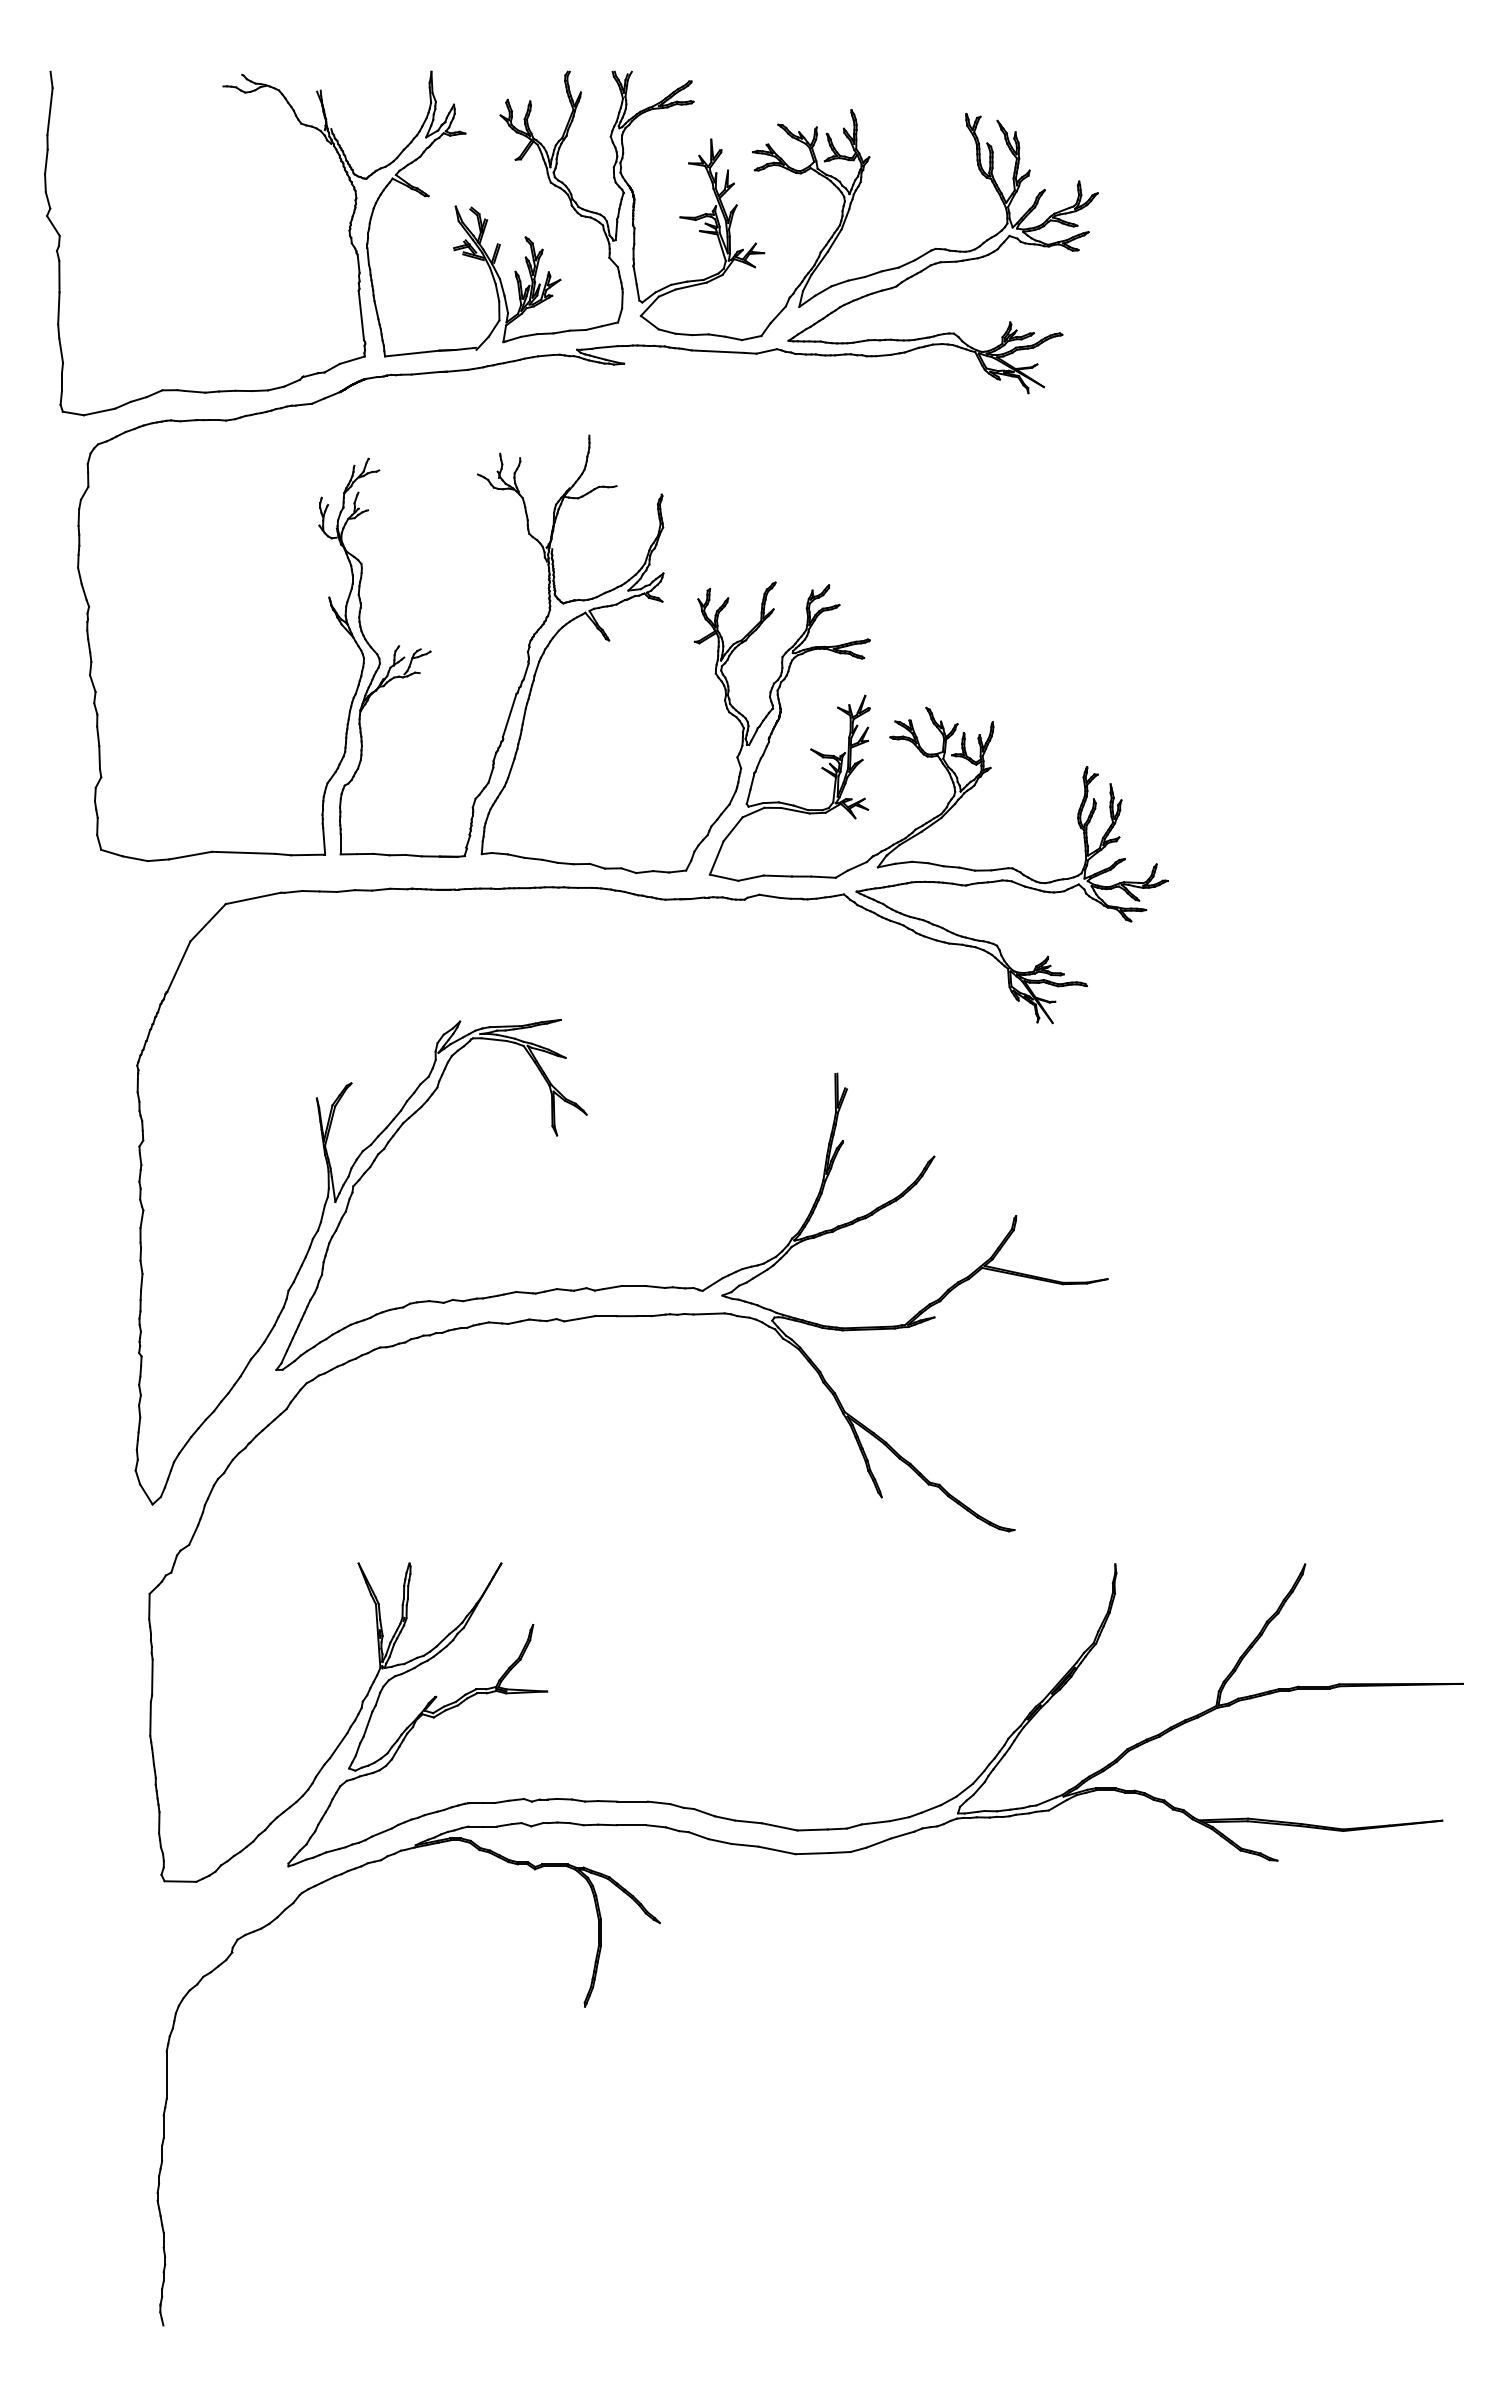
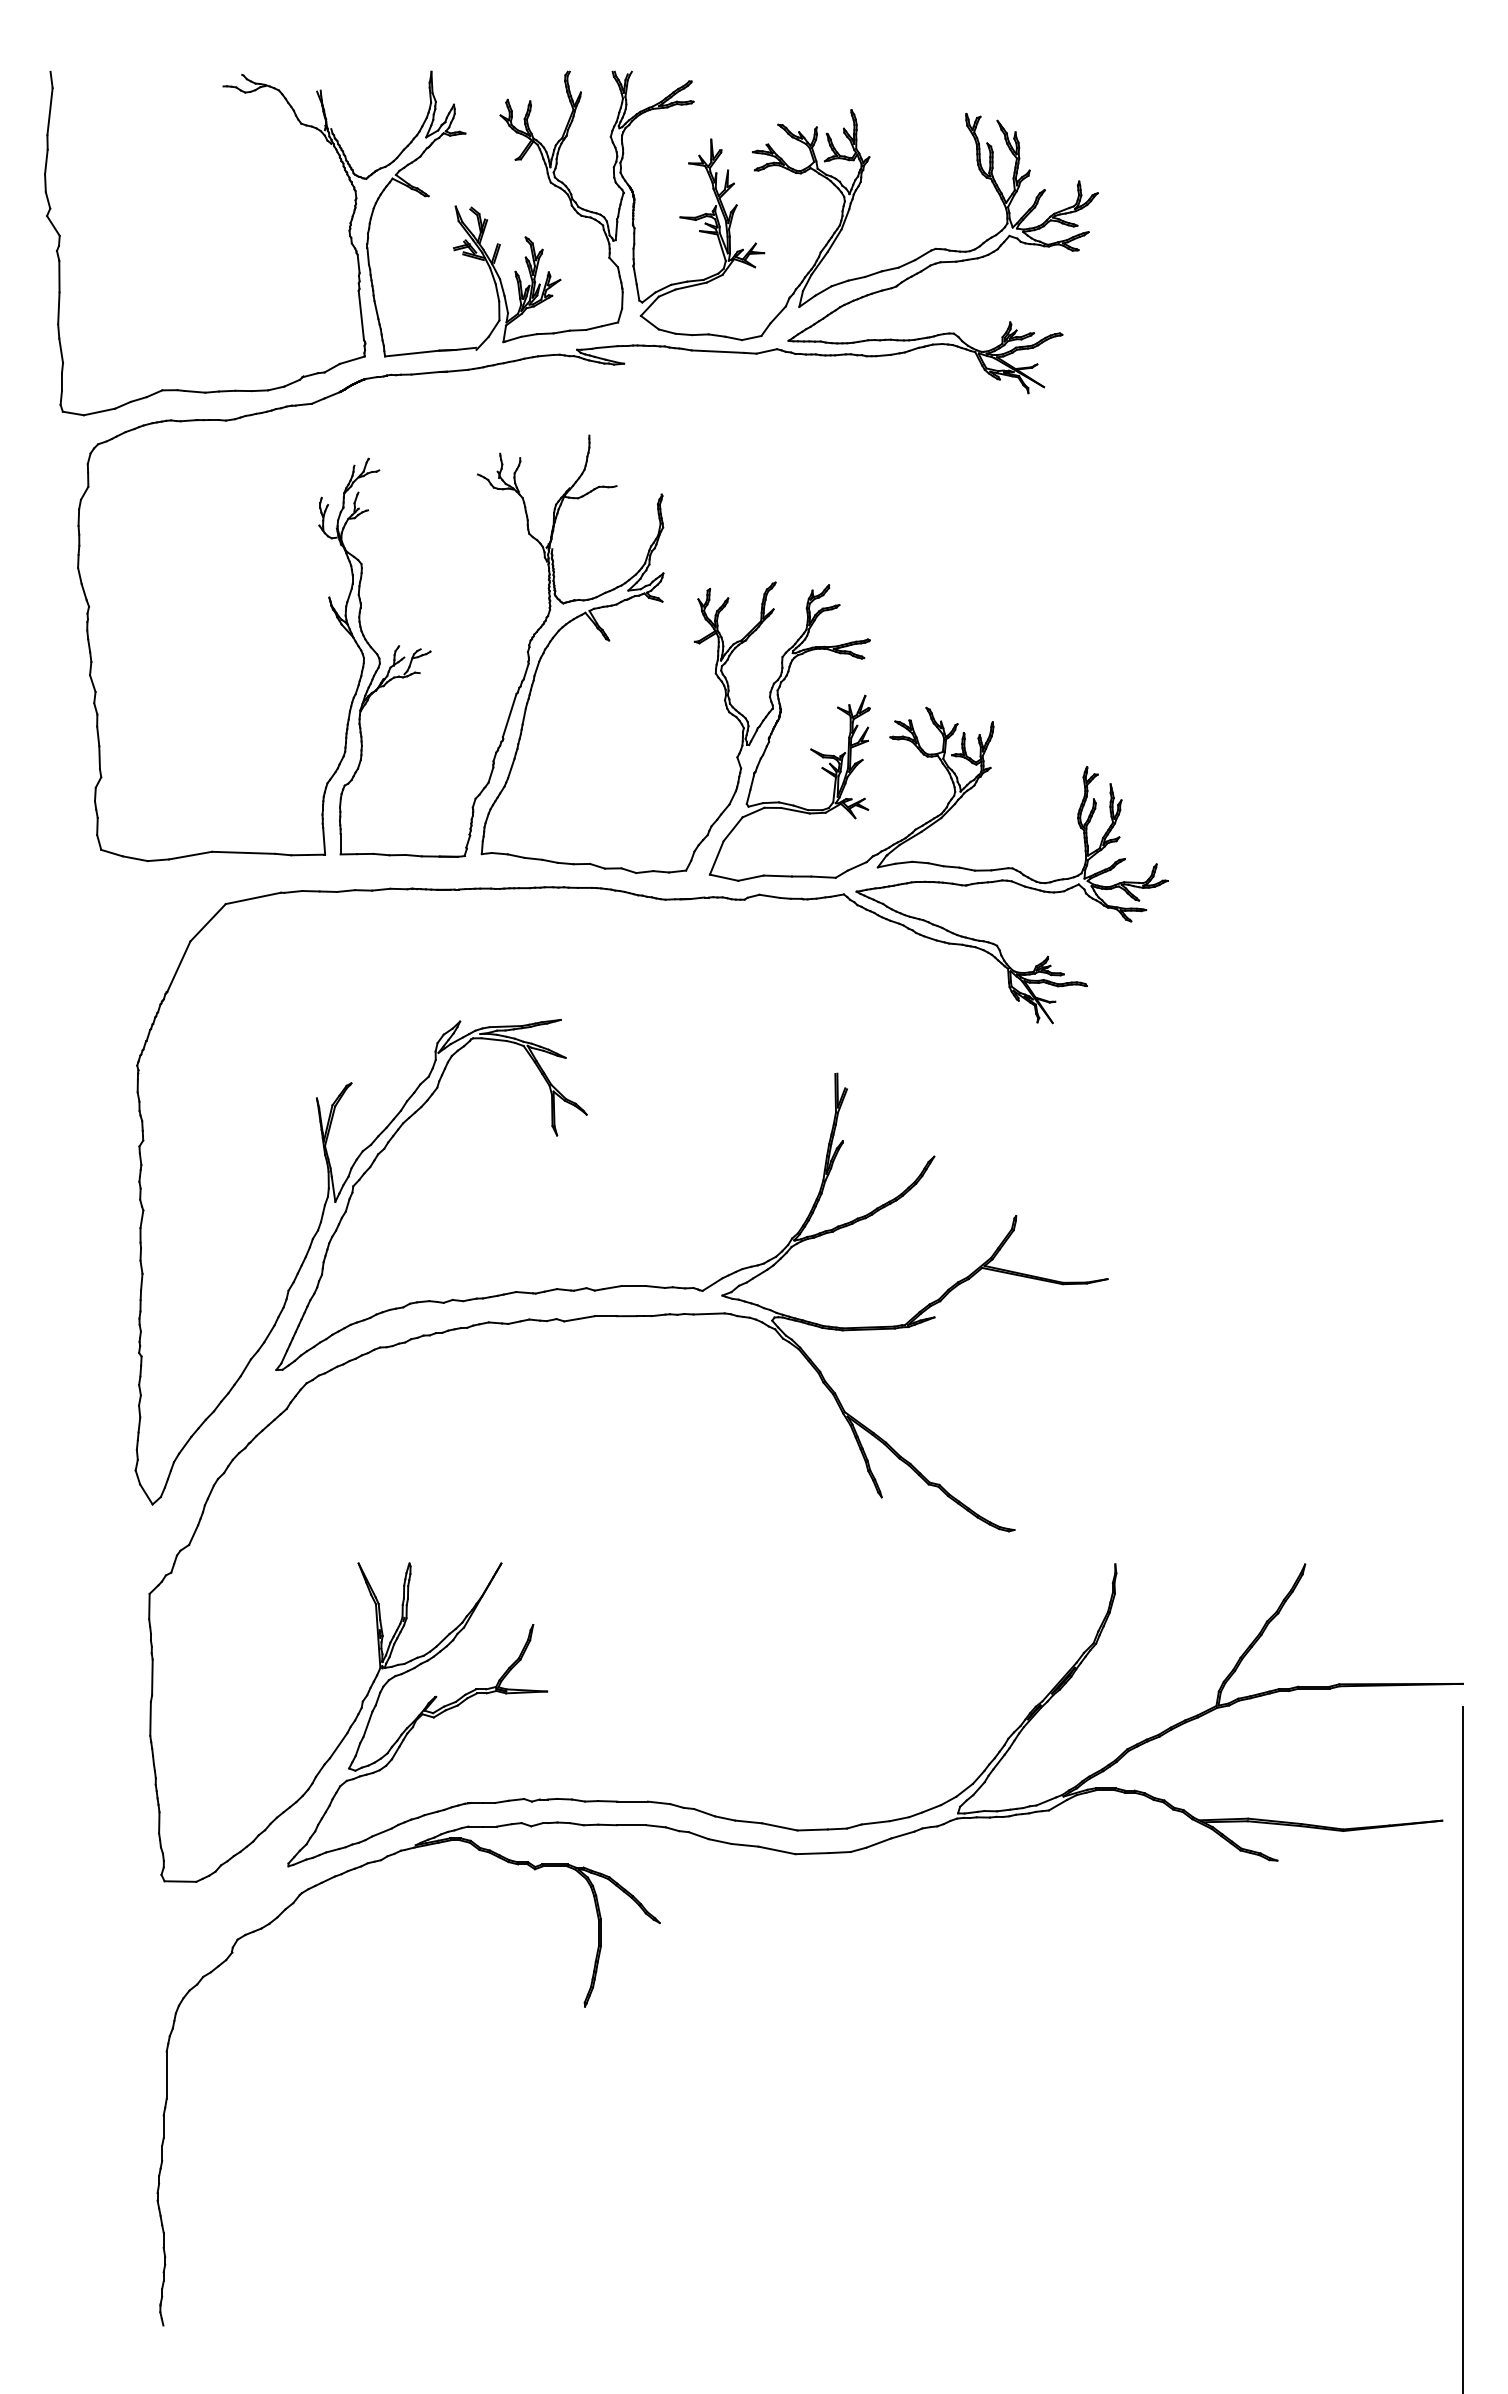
line at (1462, 2048): none -> present
